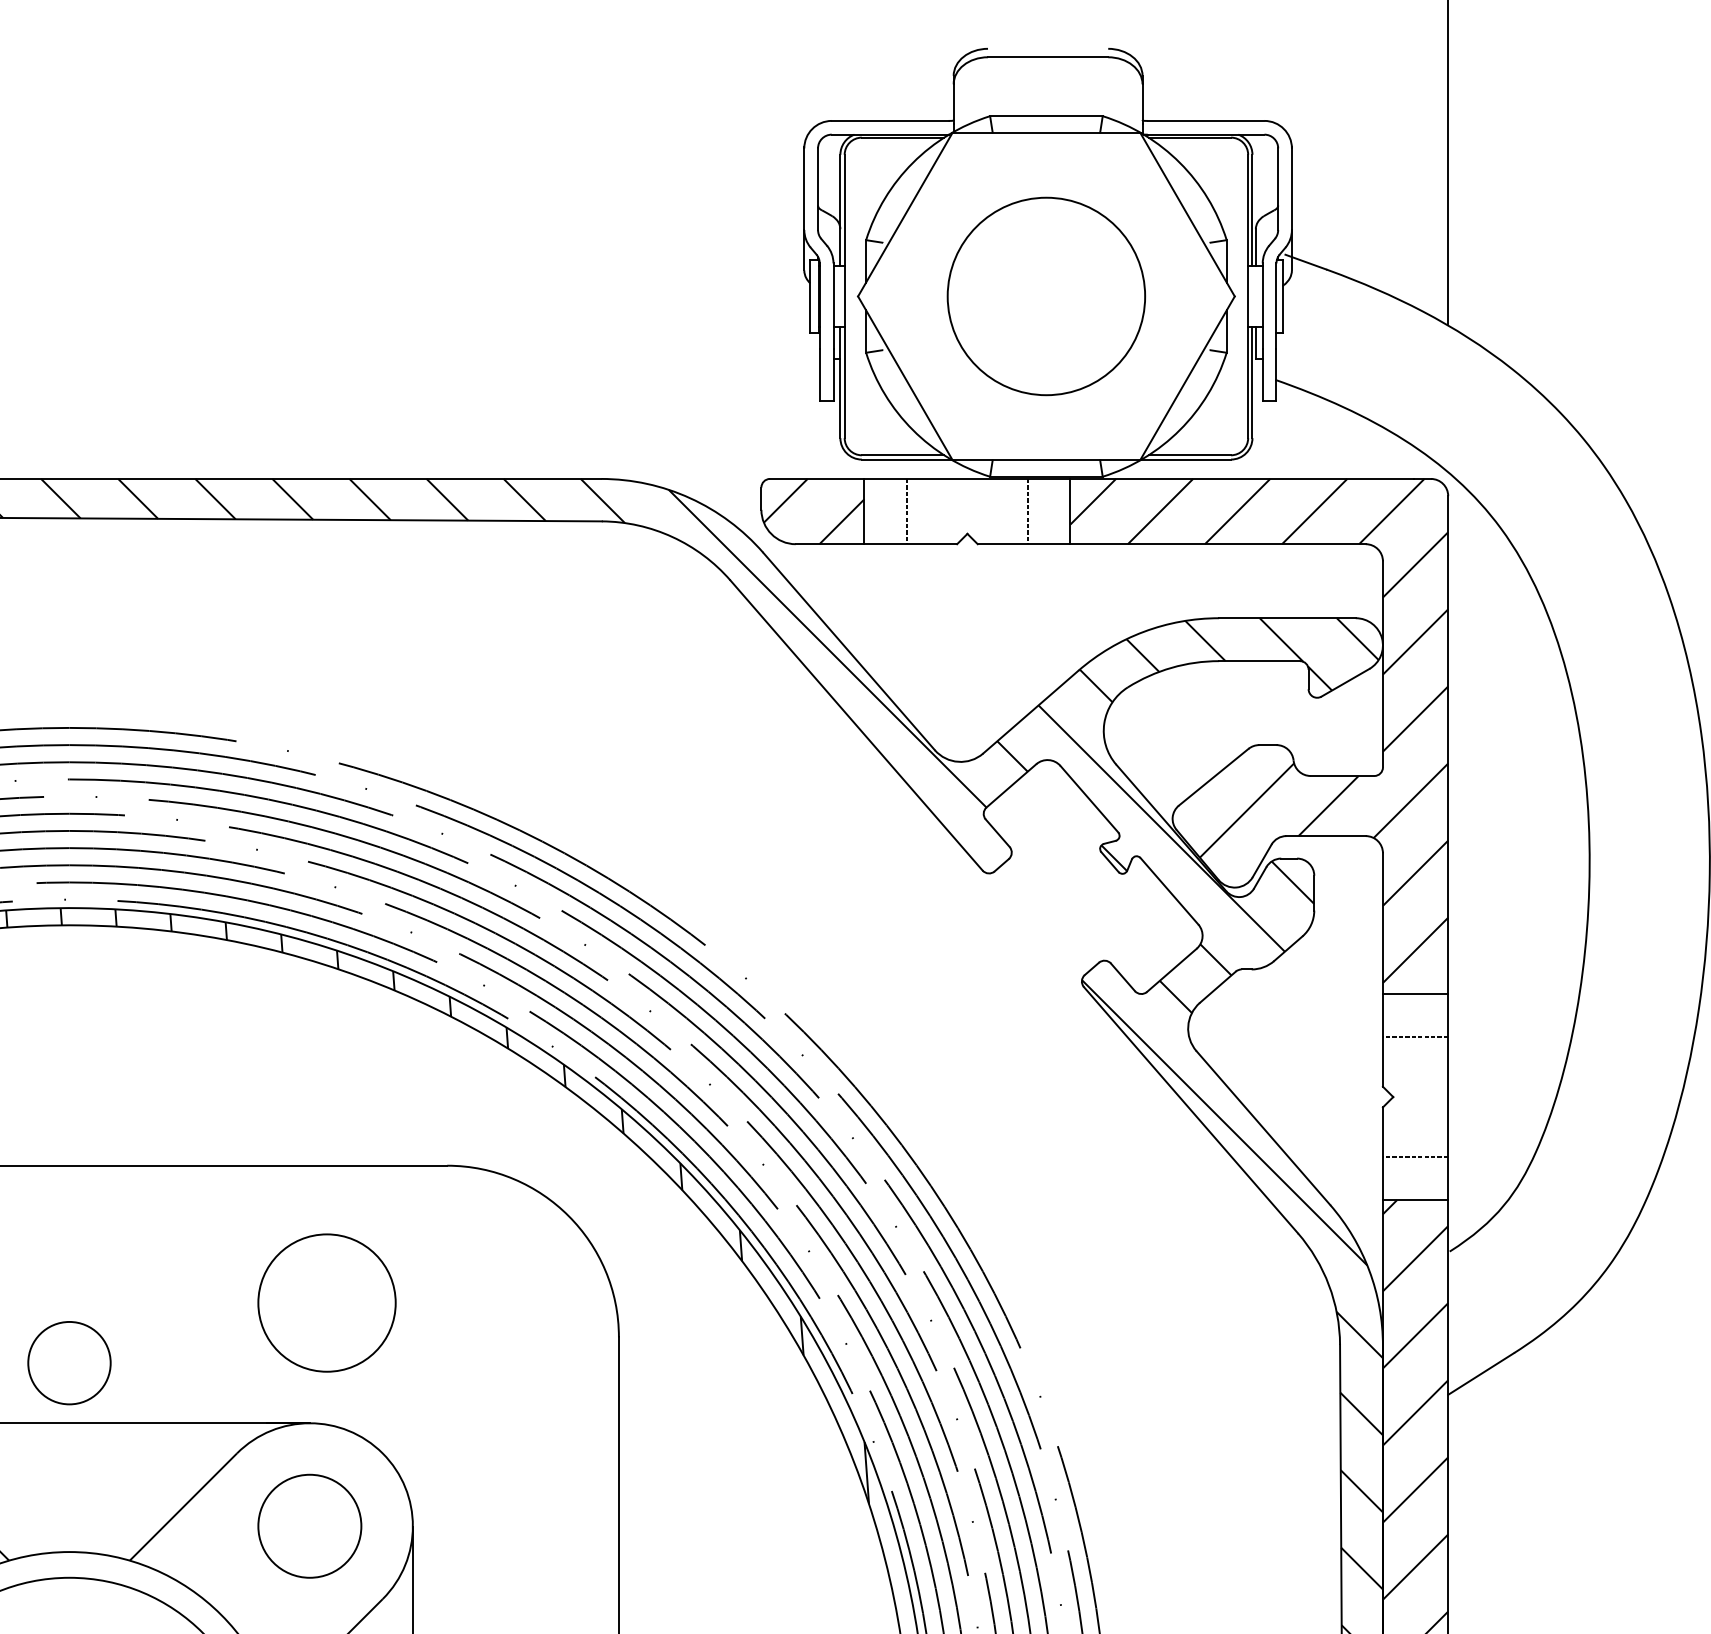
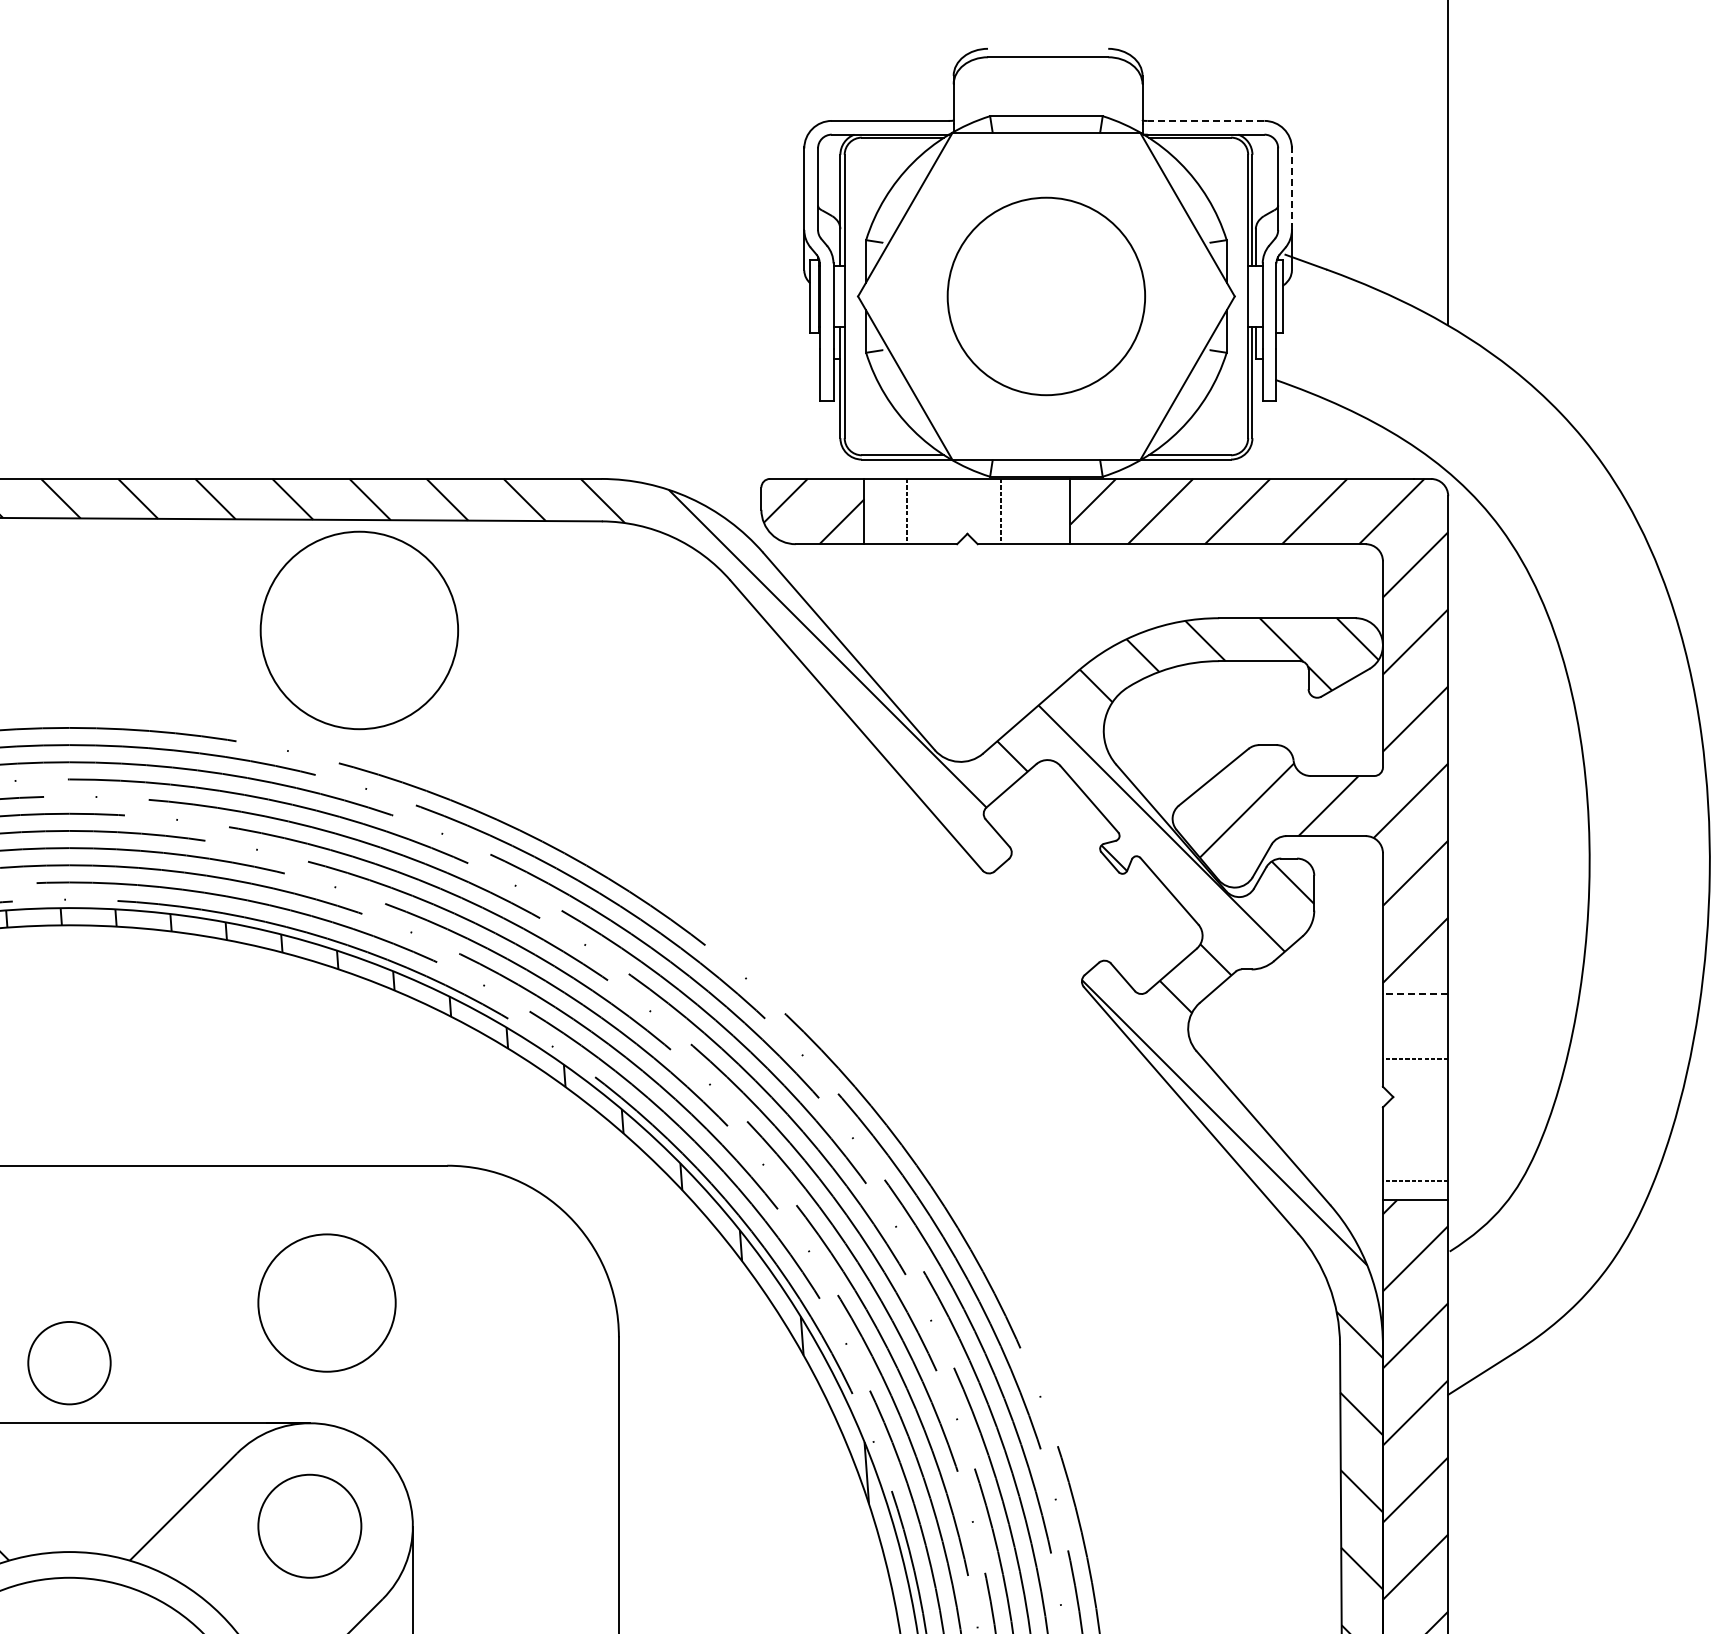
line at (1205, 120): solid -> dashed
line at (1291, 189): solid -> dashed
line at (1027, 511) position: (1027, 511) -> (1000, 511)
circle at (359, 630): none -> present
line at (1415, 994): solid -> dashed
line at (1415, 1036) position: (1415, 1036) -> (1415, 1058)
line at (1415, 1157) position: (1415, 1157) -> (1415, 1181)
